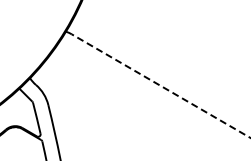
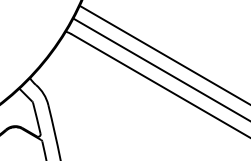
line at (163, 54): none -> present
line at (160, 68): none -> present
line at (160, 85): dashed -> solid
